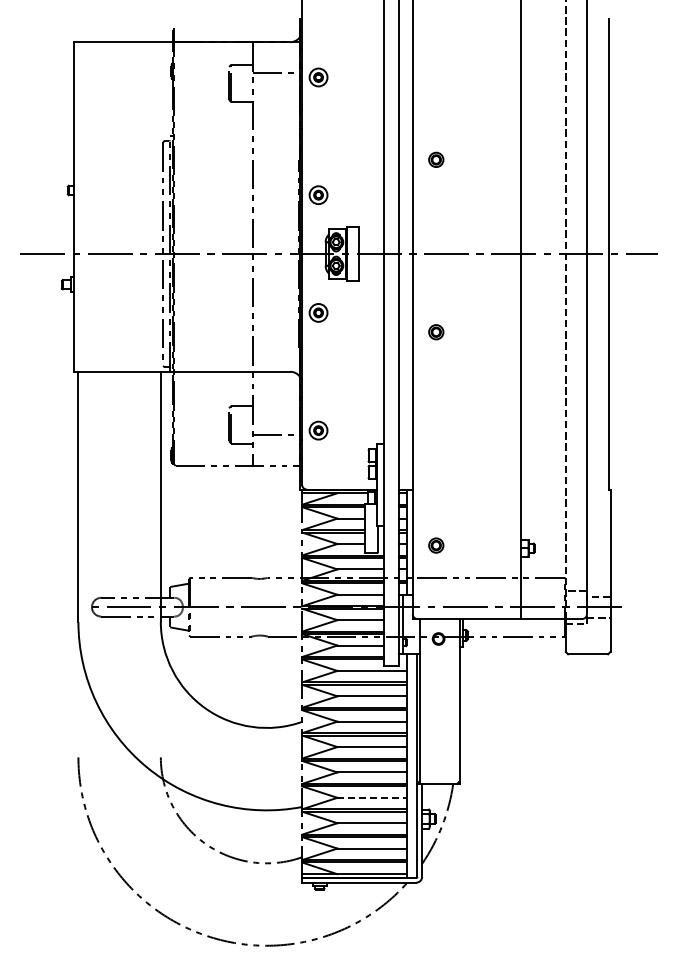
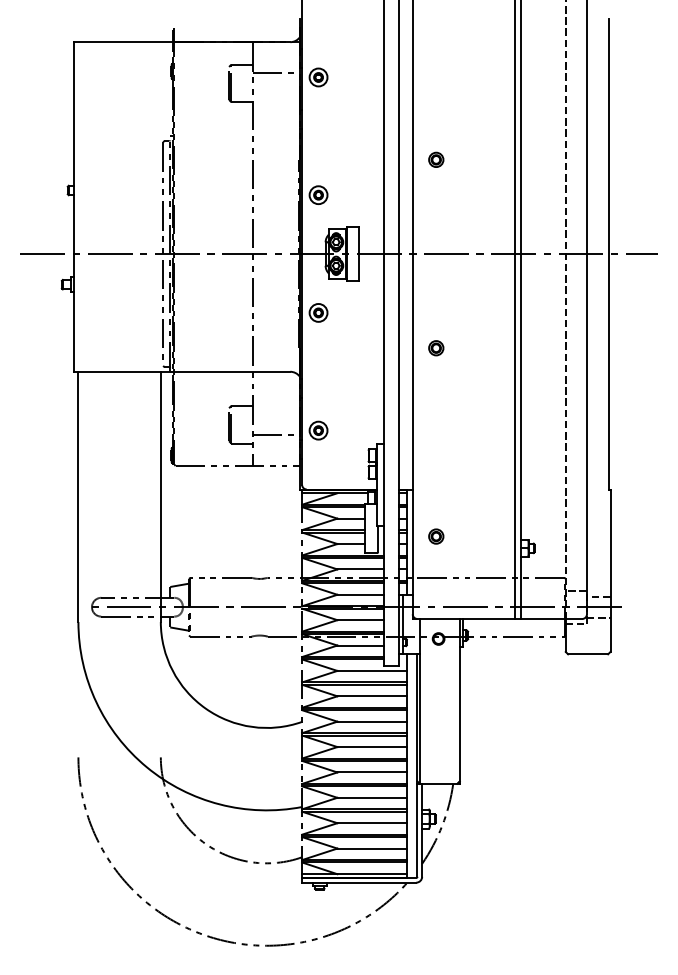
line at (515, 310): none -> present
part at (436, 332) position: (436, 332) -> (436, 348)
part at (436, 545) position: (436, 545) -> (436, 536)
line at (372, 797): dashed -> solid
